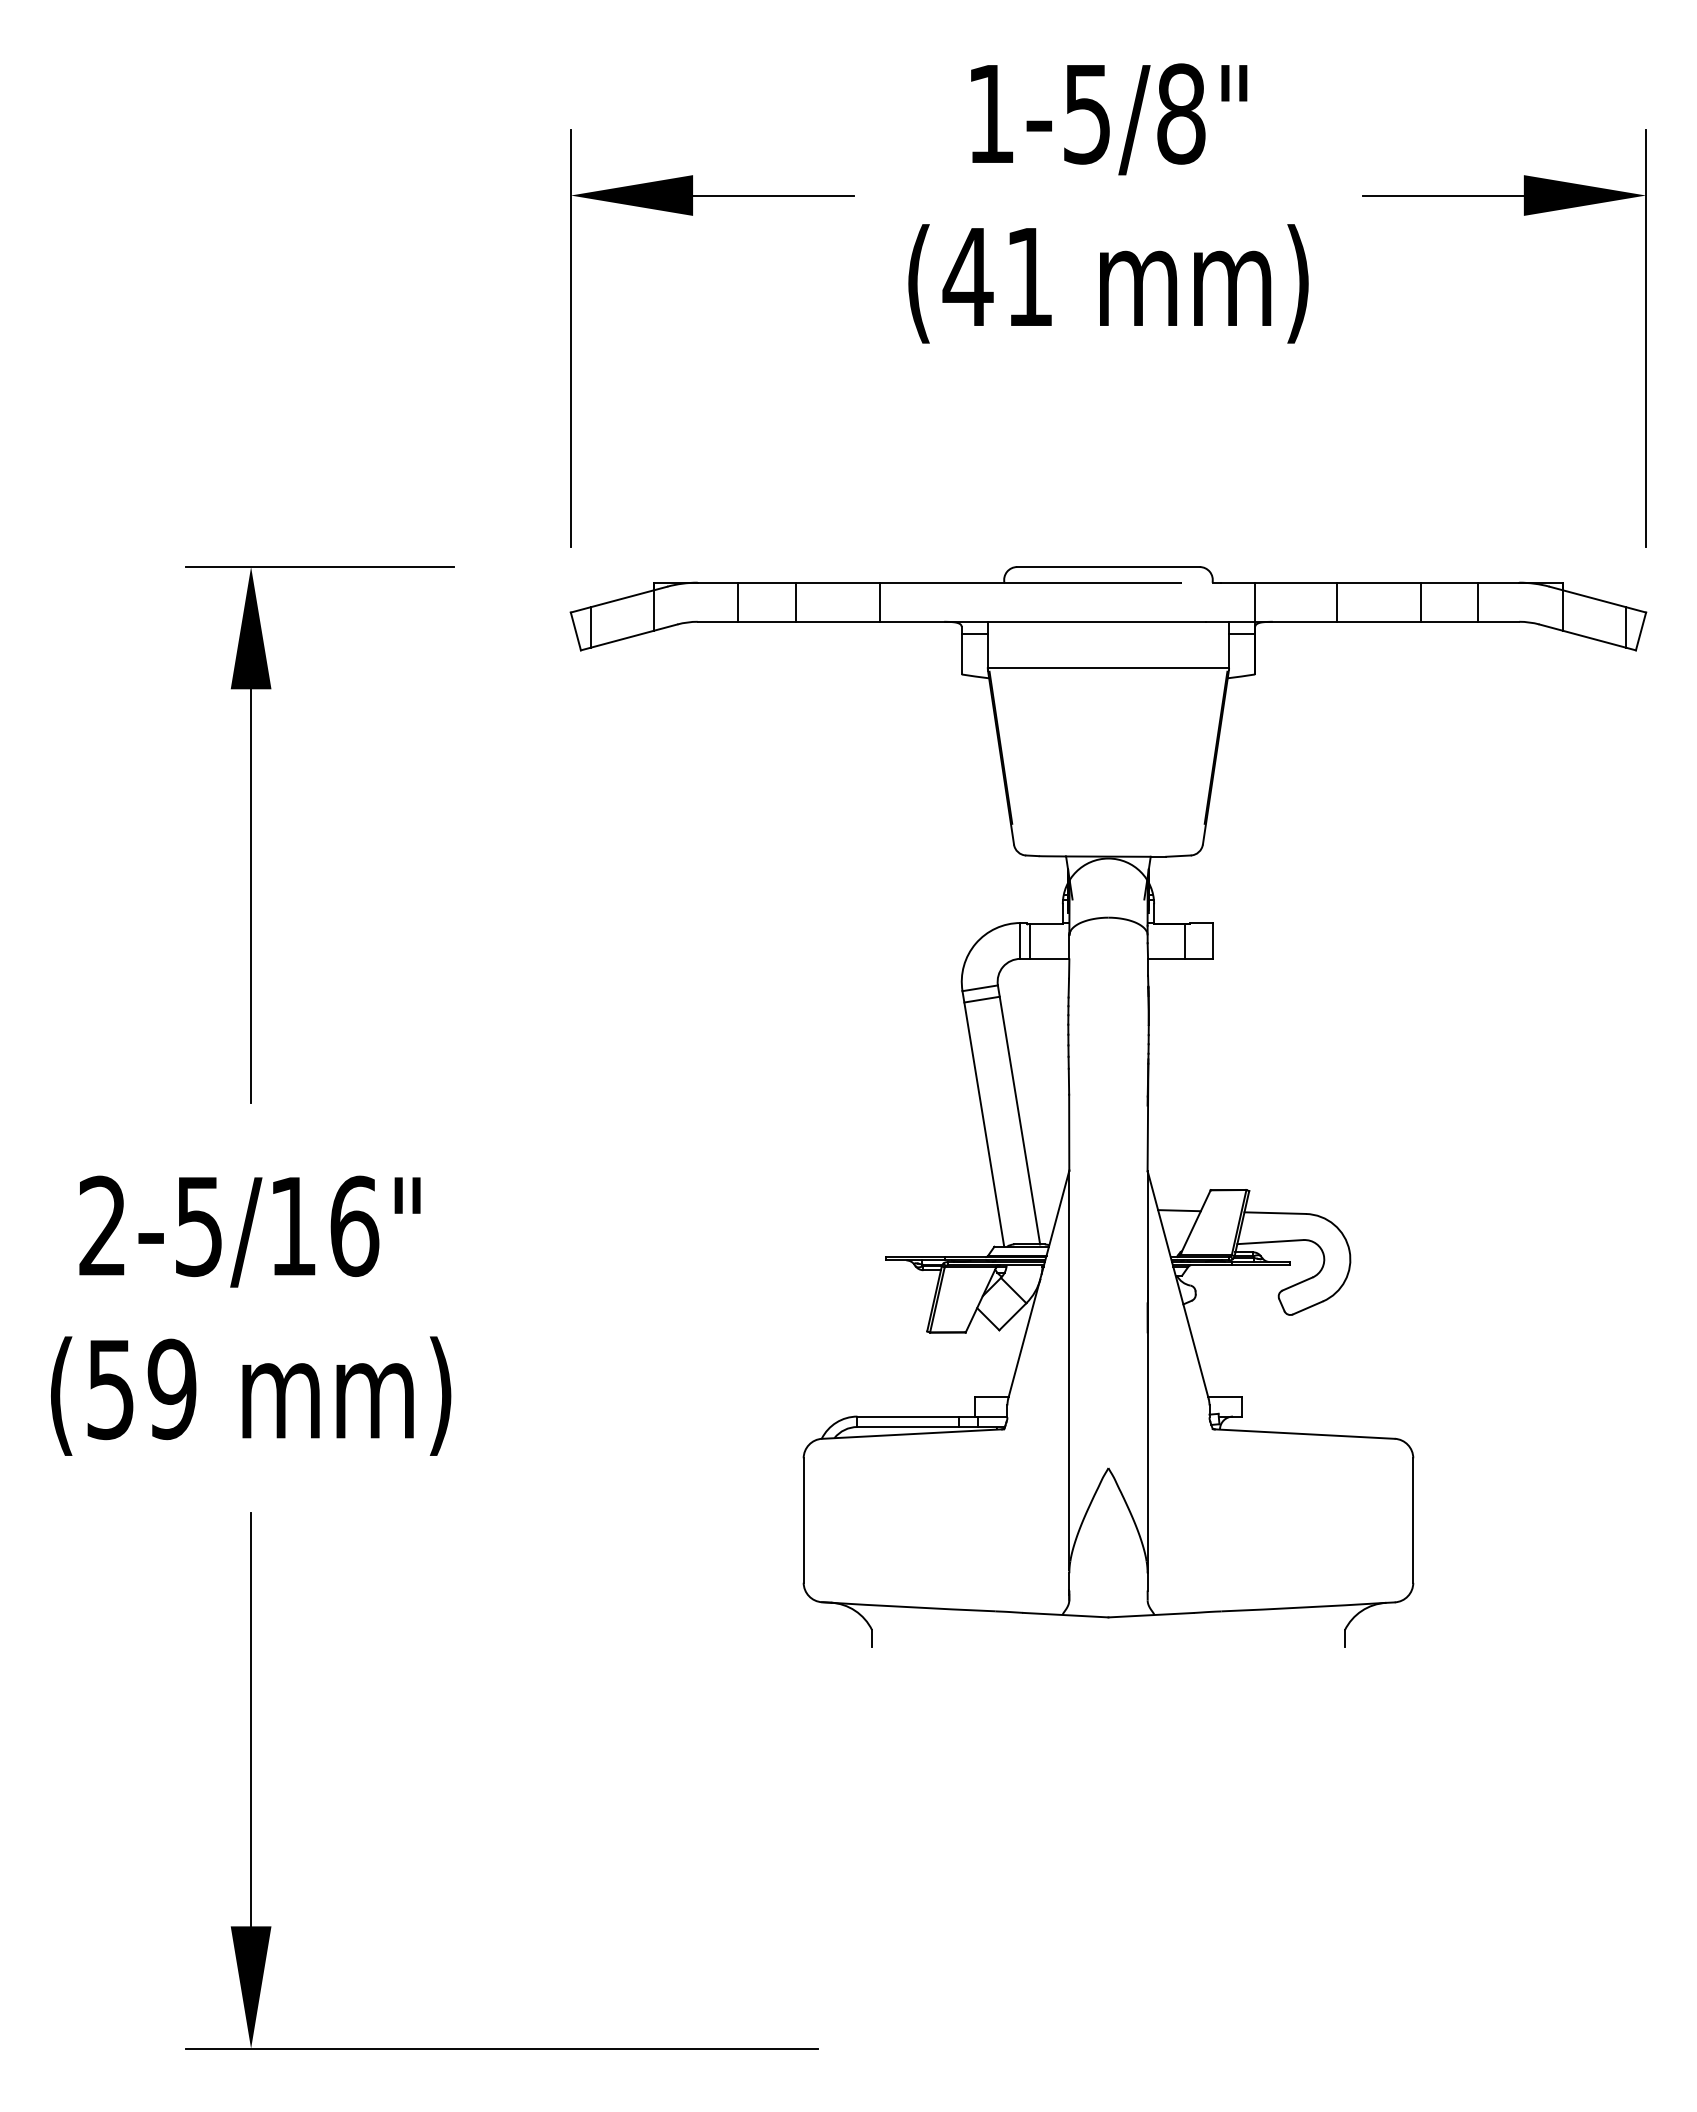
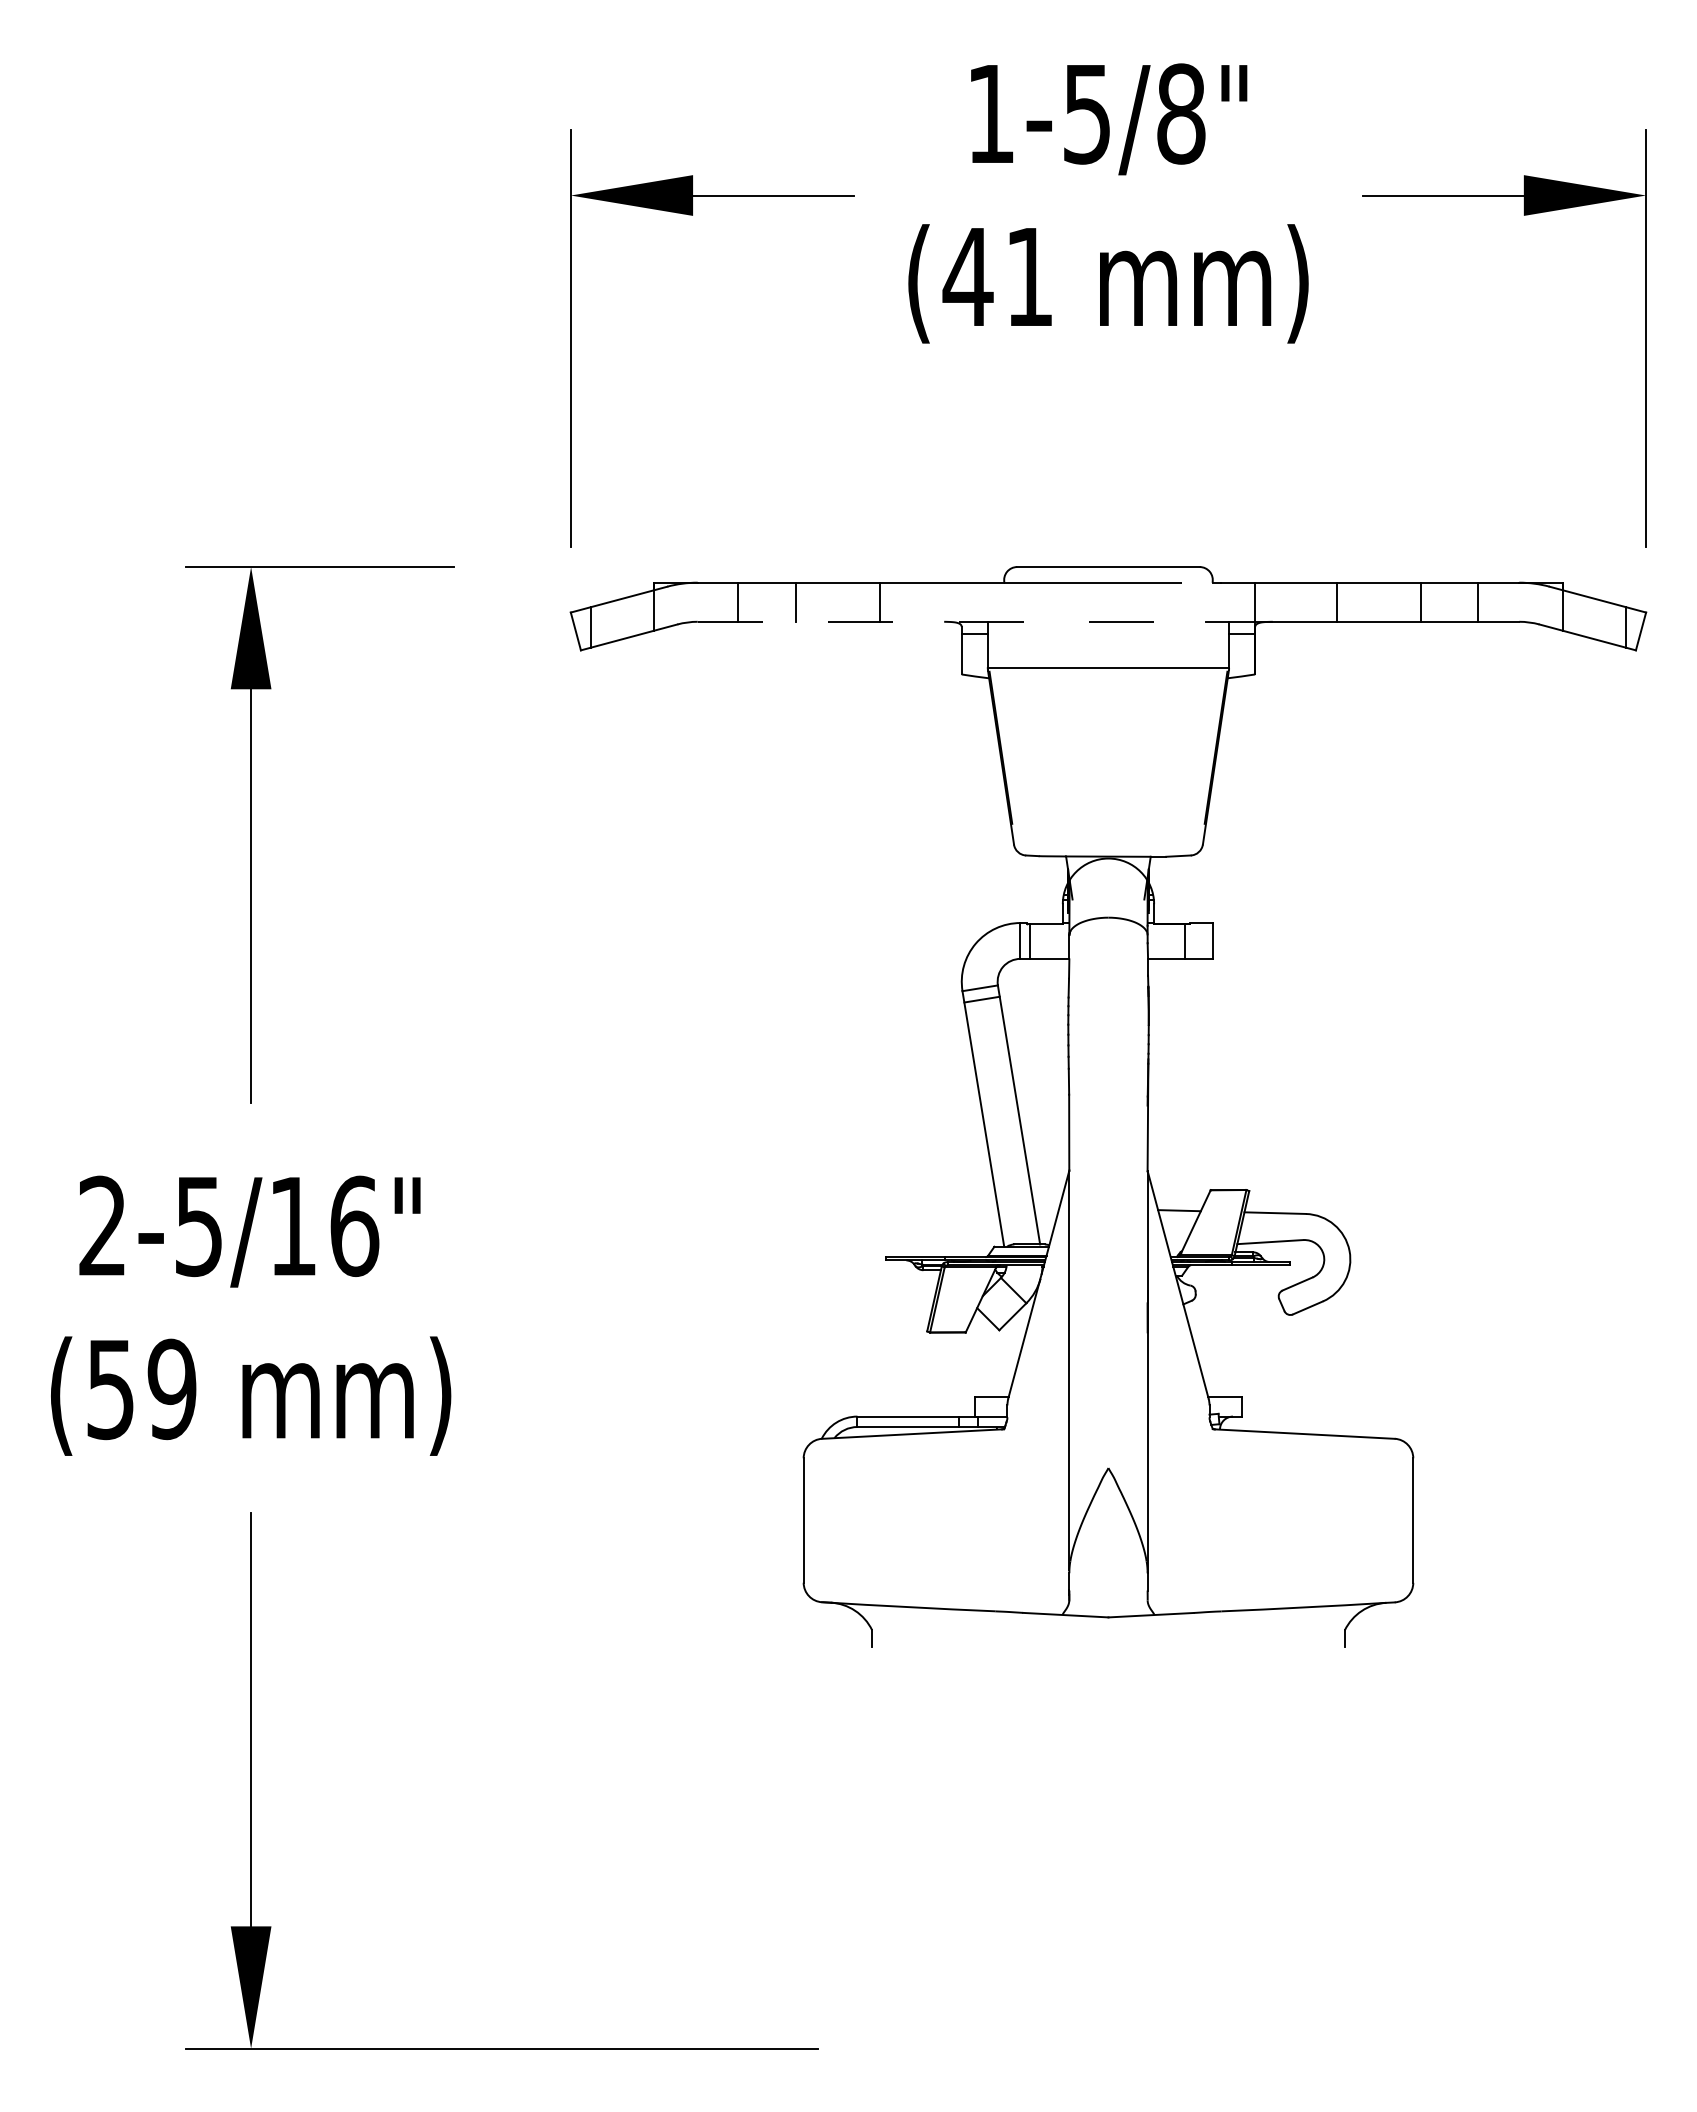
line at (952, 621): solid -> dashed
